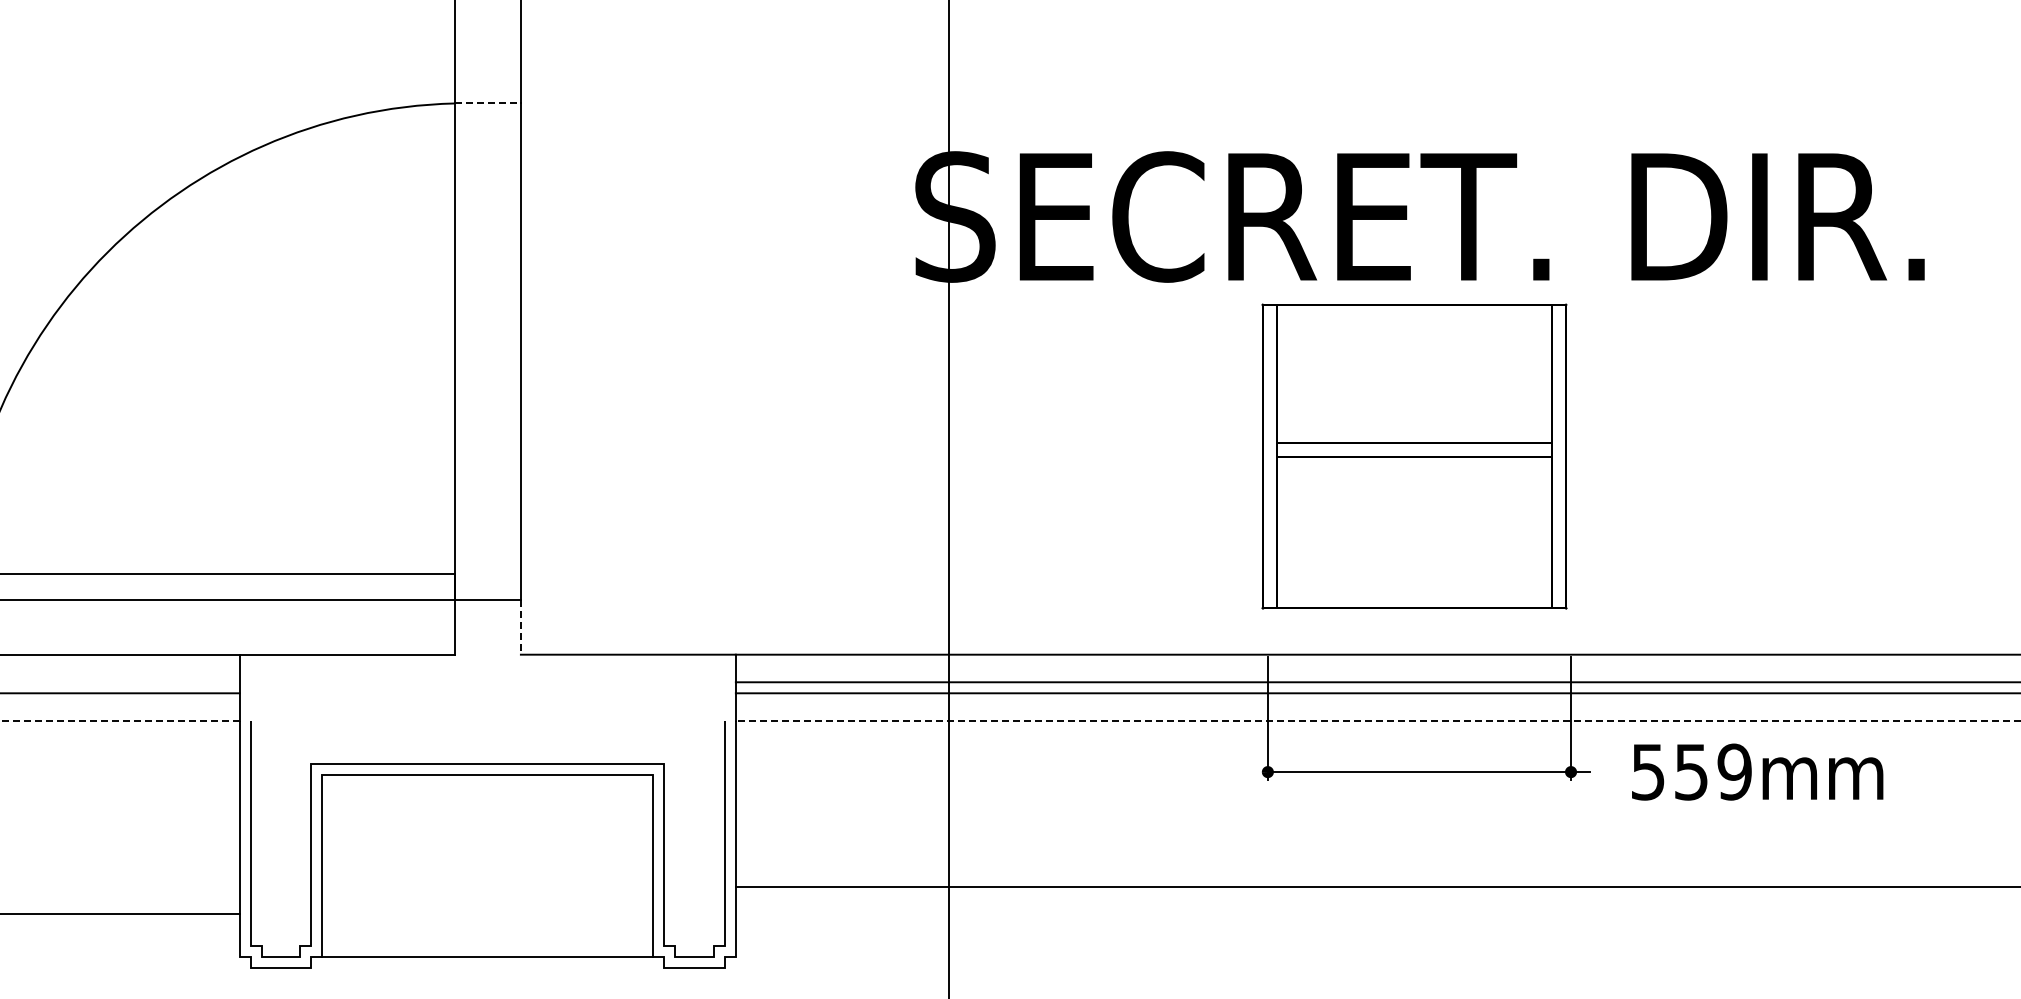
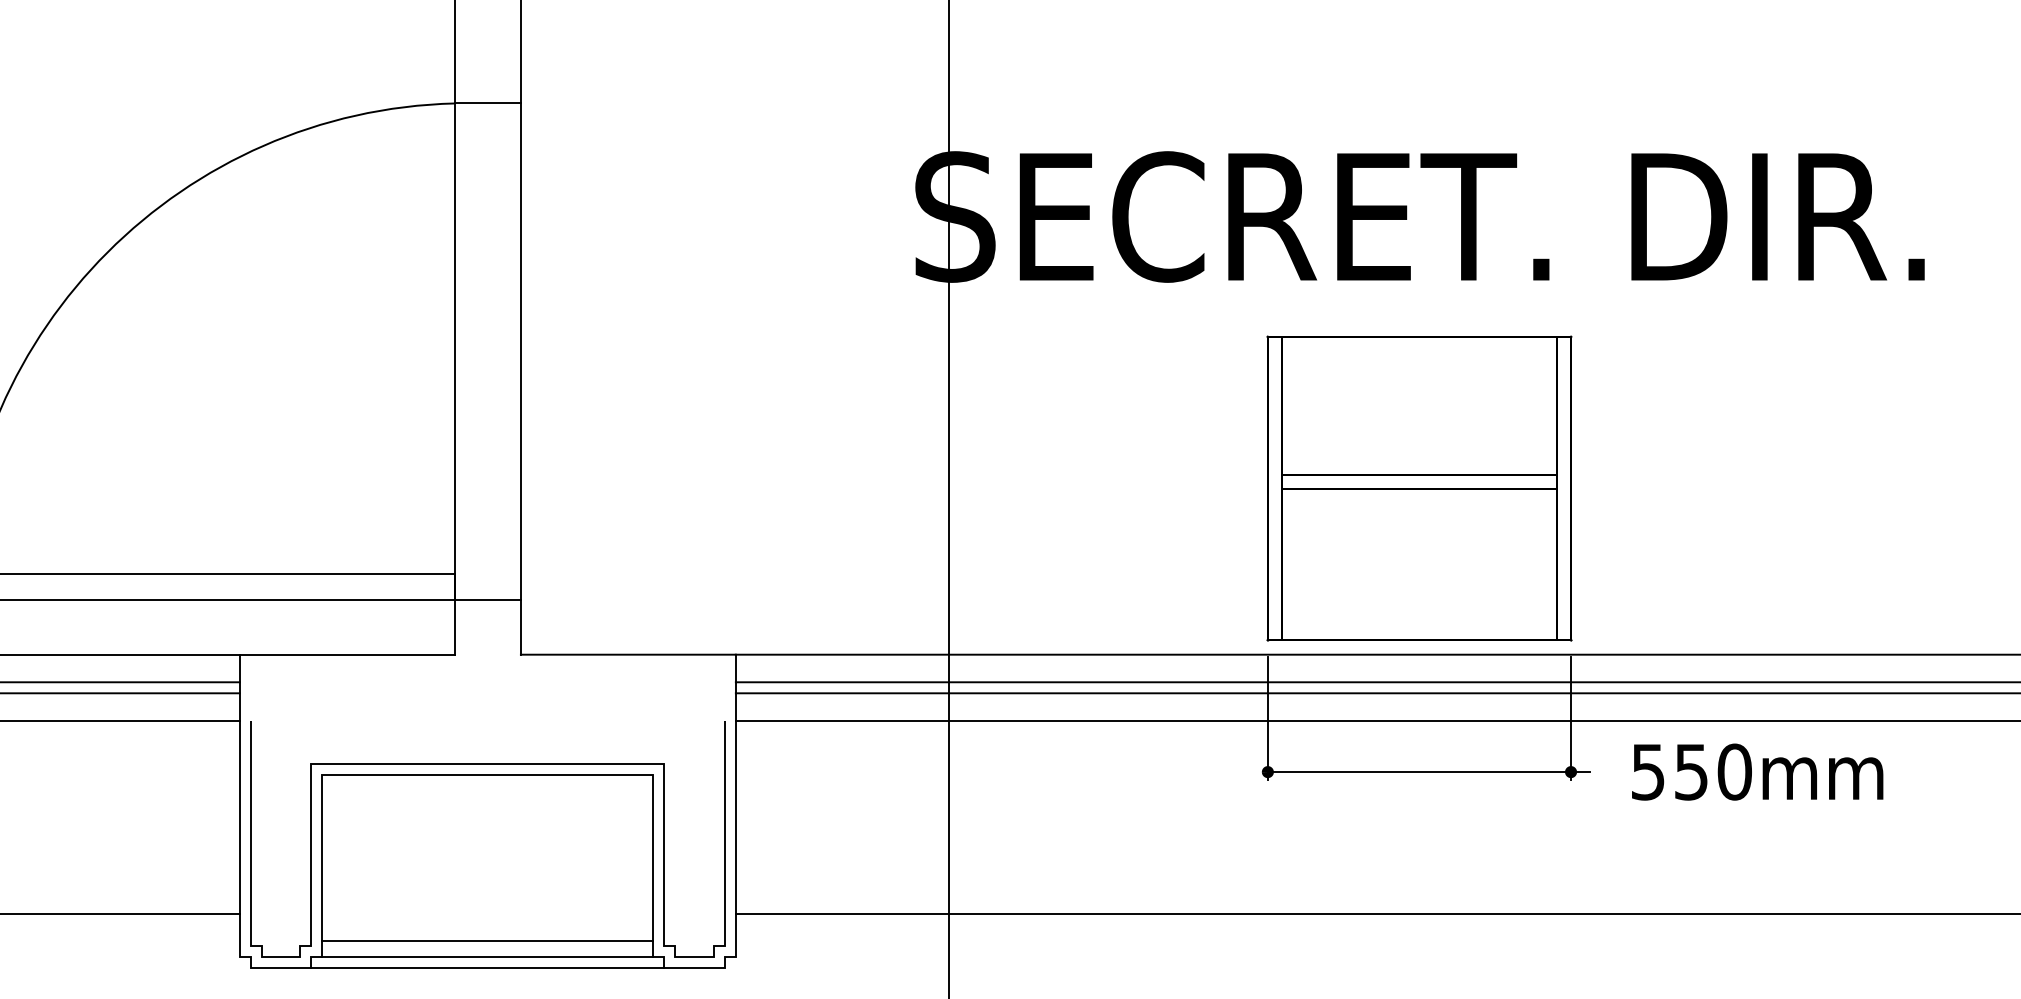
line at (488, 103): dashed -> solid
part at (1414, 456) position: (1414, 456) -> (1419, 488)
line at (520, 627): dashed -> solid
line at (120, 682): none -> present
line at (119, 720): dashed -> solid
line at (1377, 720): dashed -> solid
text at (1734, 771): 559mm -> 550mm
line at (1376, 886) position: (1376, 886) -> (1376, 913)
line at (487, 940): none -> present
line at (487, 968): none -> present
